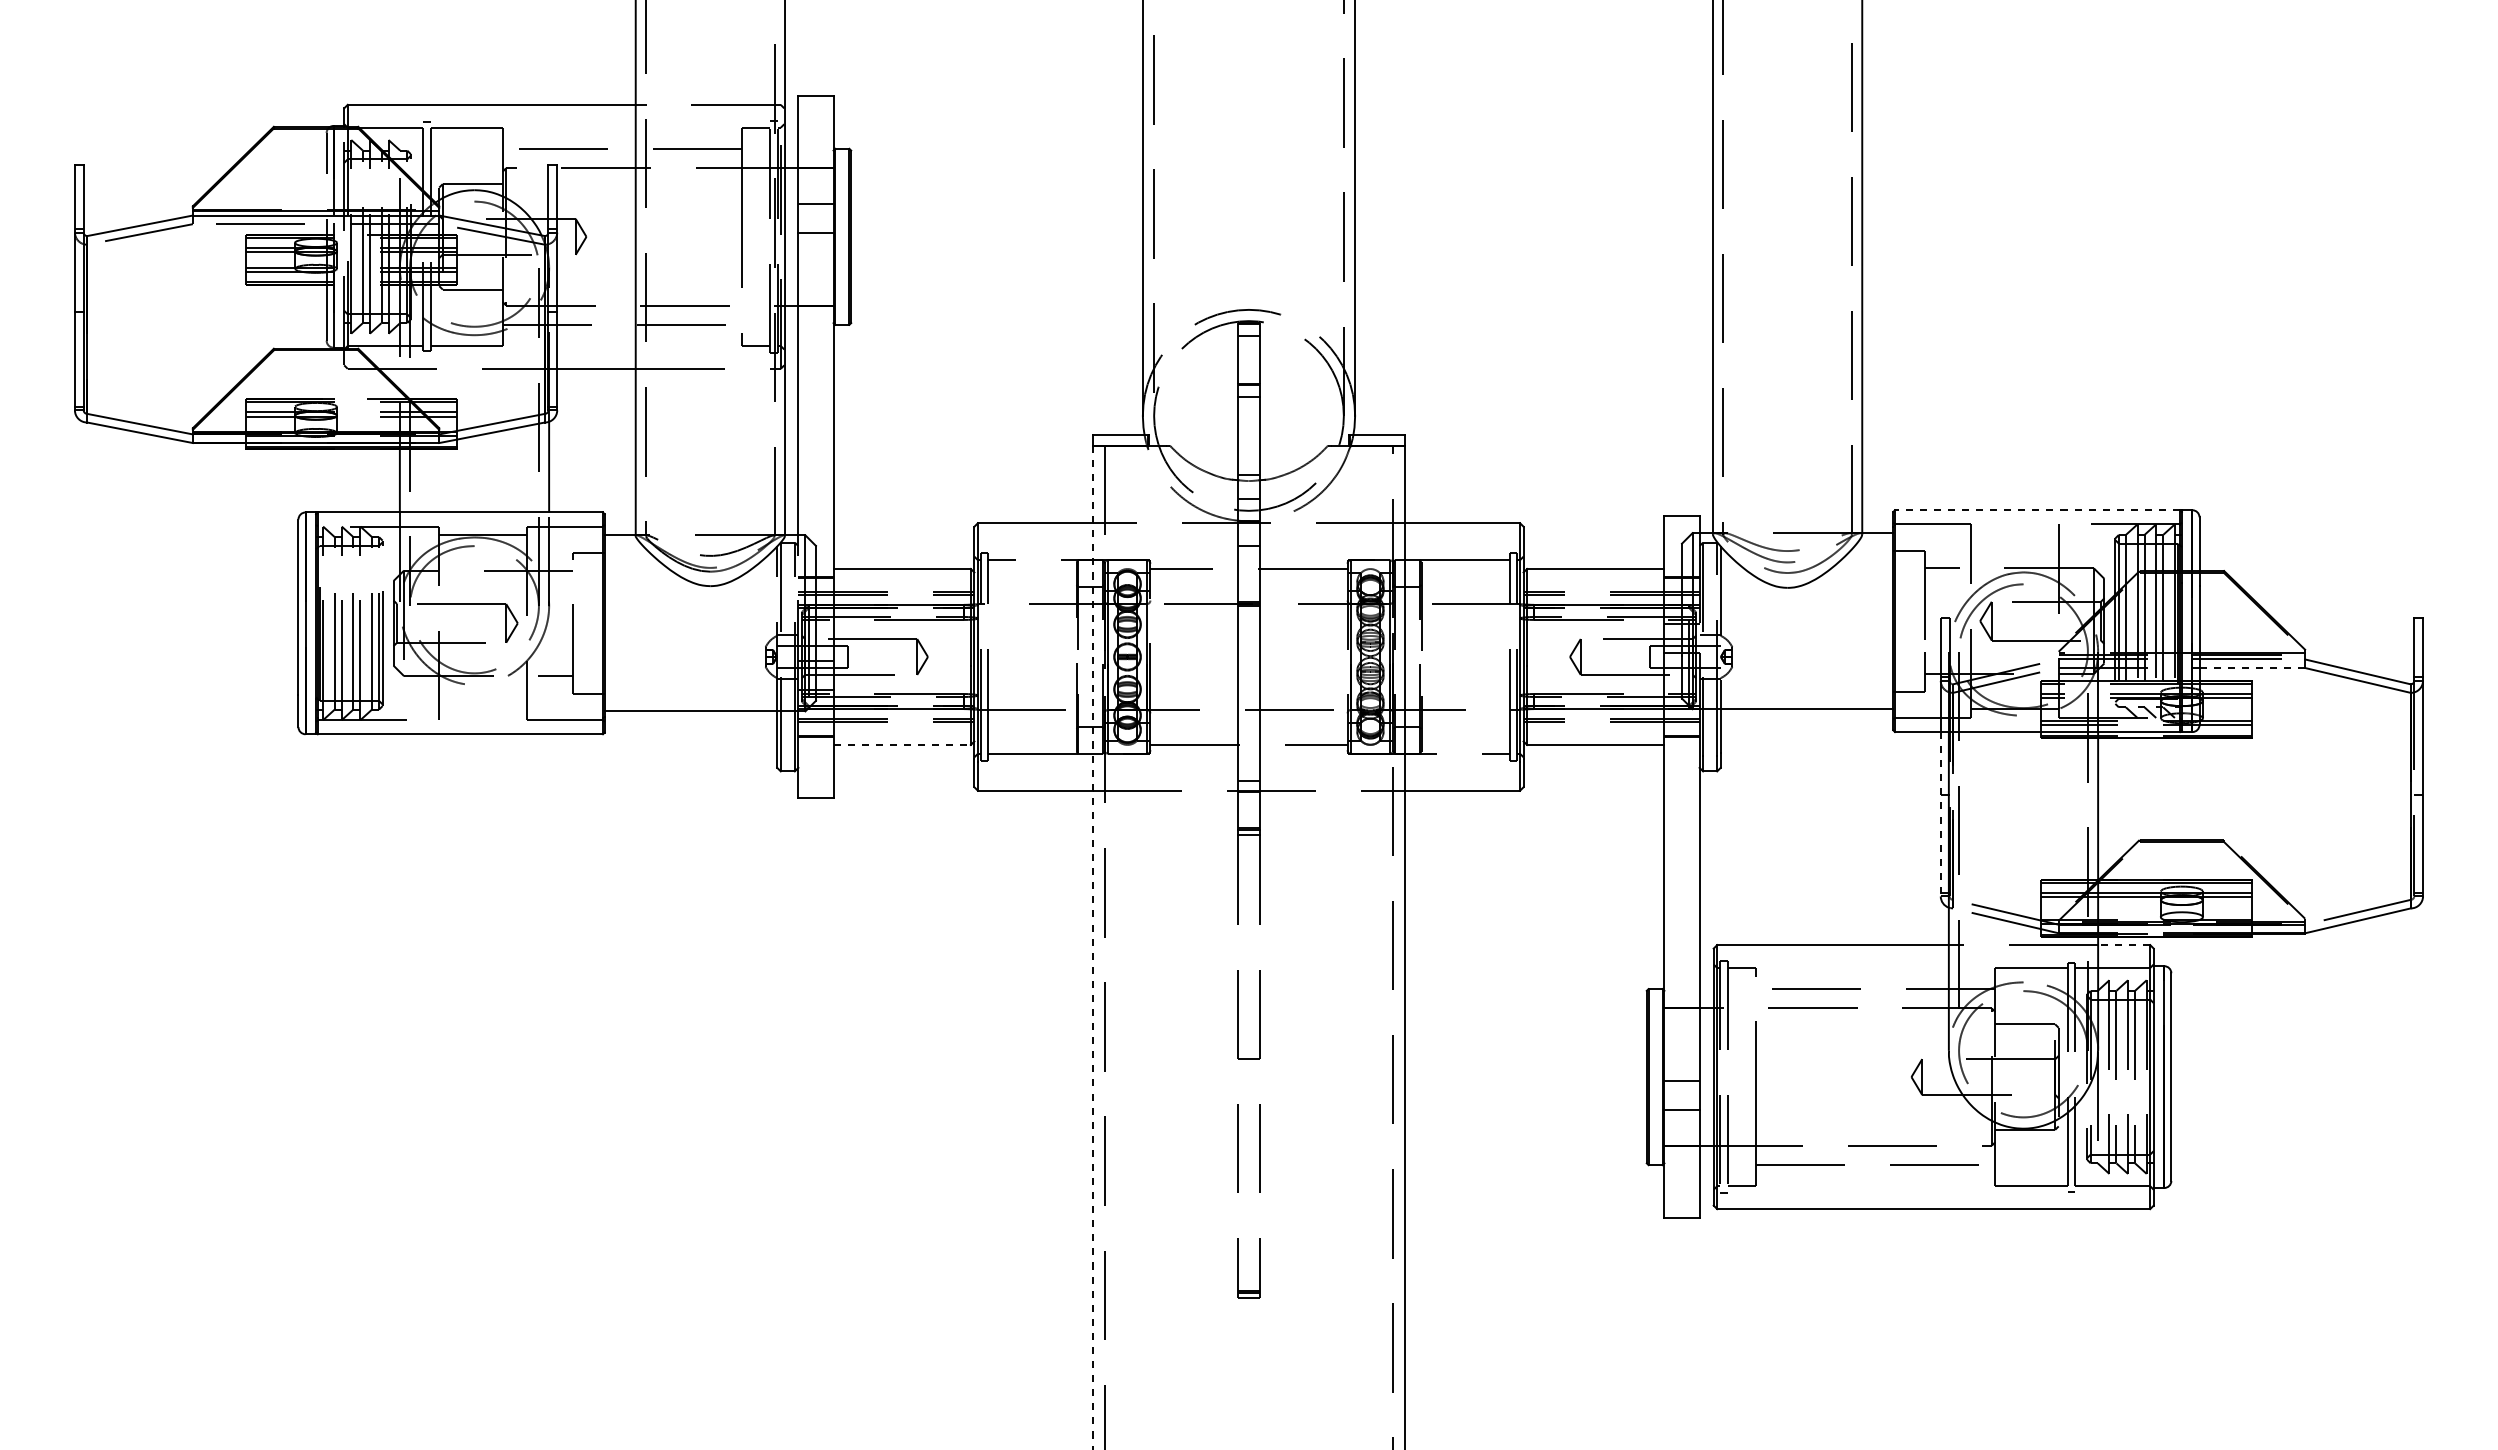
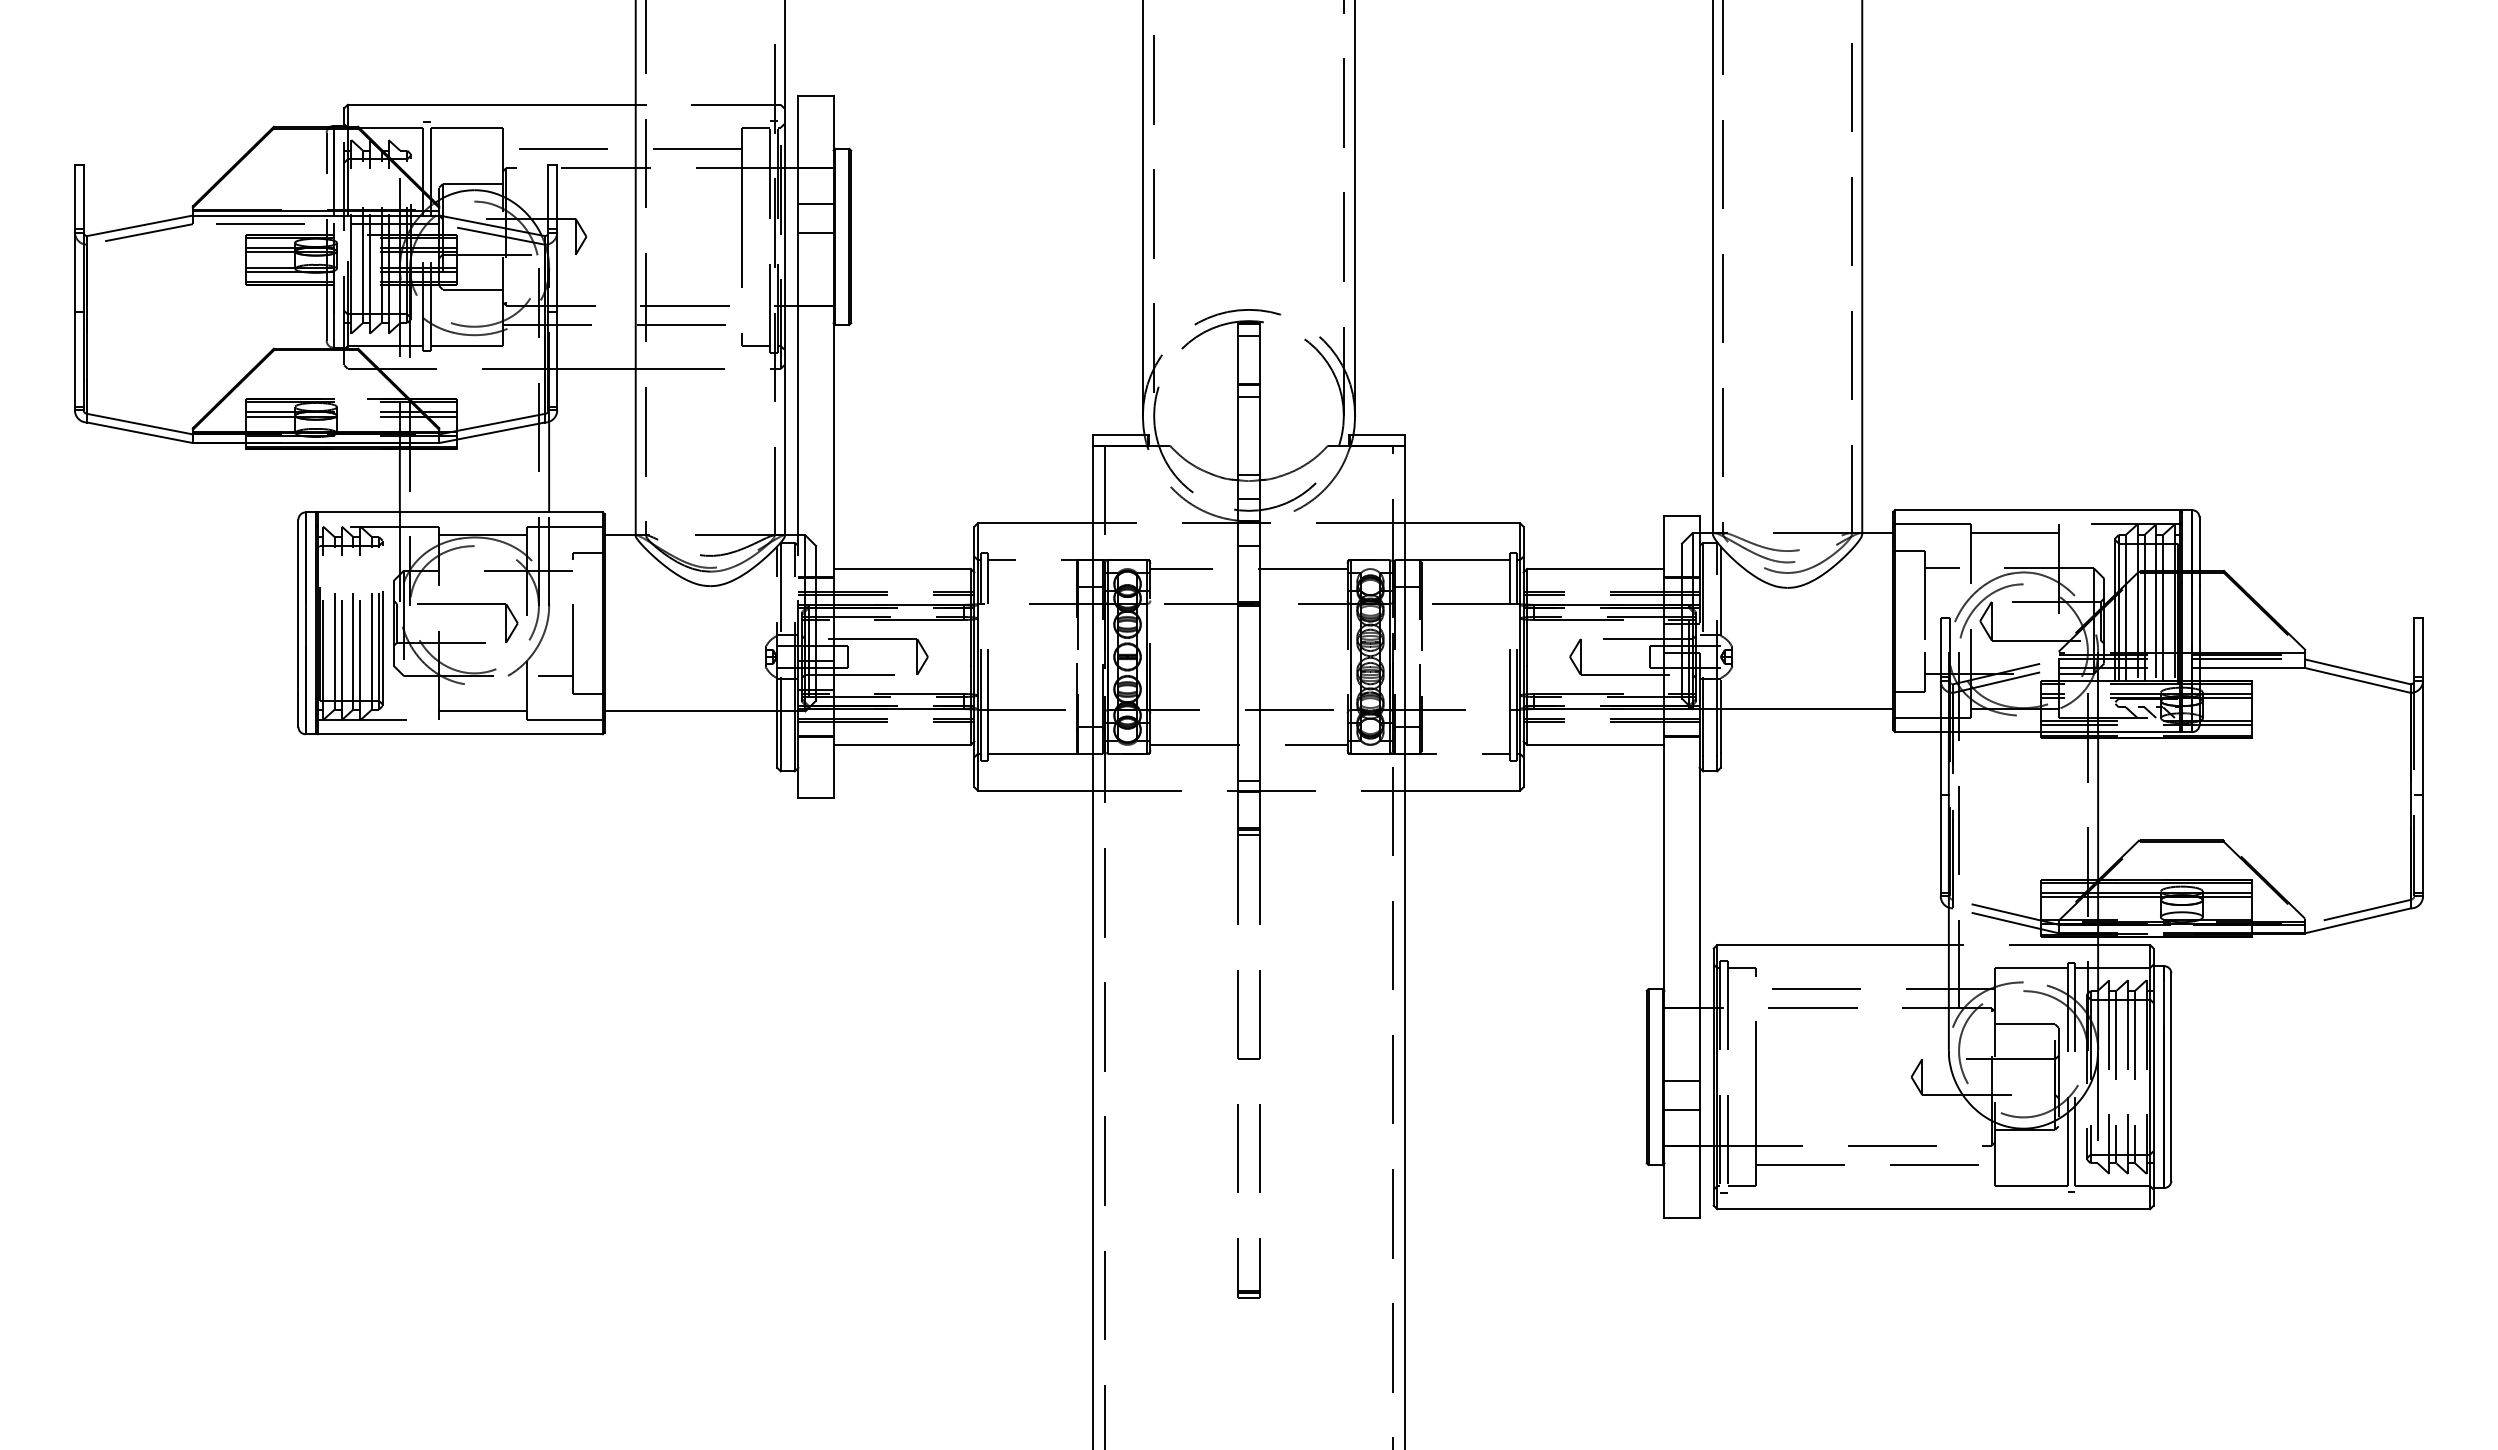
line at (2037, 510): dashed -> solid
line at (2014, 533): none -> present
line at (2252, 668): dashed -> solid
line at (483, 711): none -> present
line at (902, 744): dashed -> solid
line at (1940, 814): dashed -> solid
line at (2123, 945): dashed -> solid
line at (1092, 947): dashed -> solid
